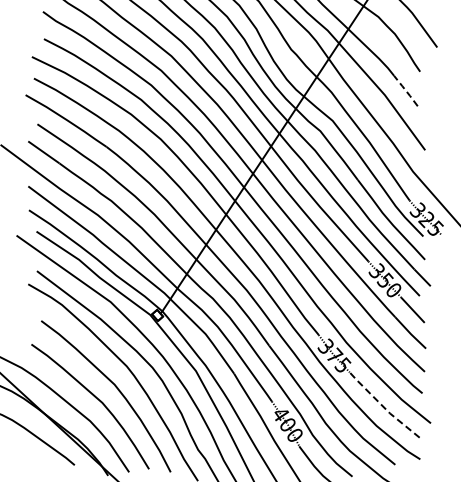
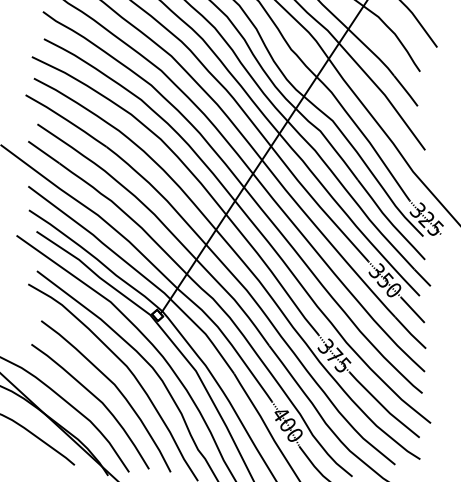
line at (405, 90): dashed -> solid
line at (383, 406): dashed -> solid
